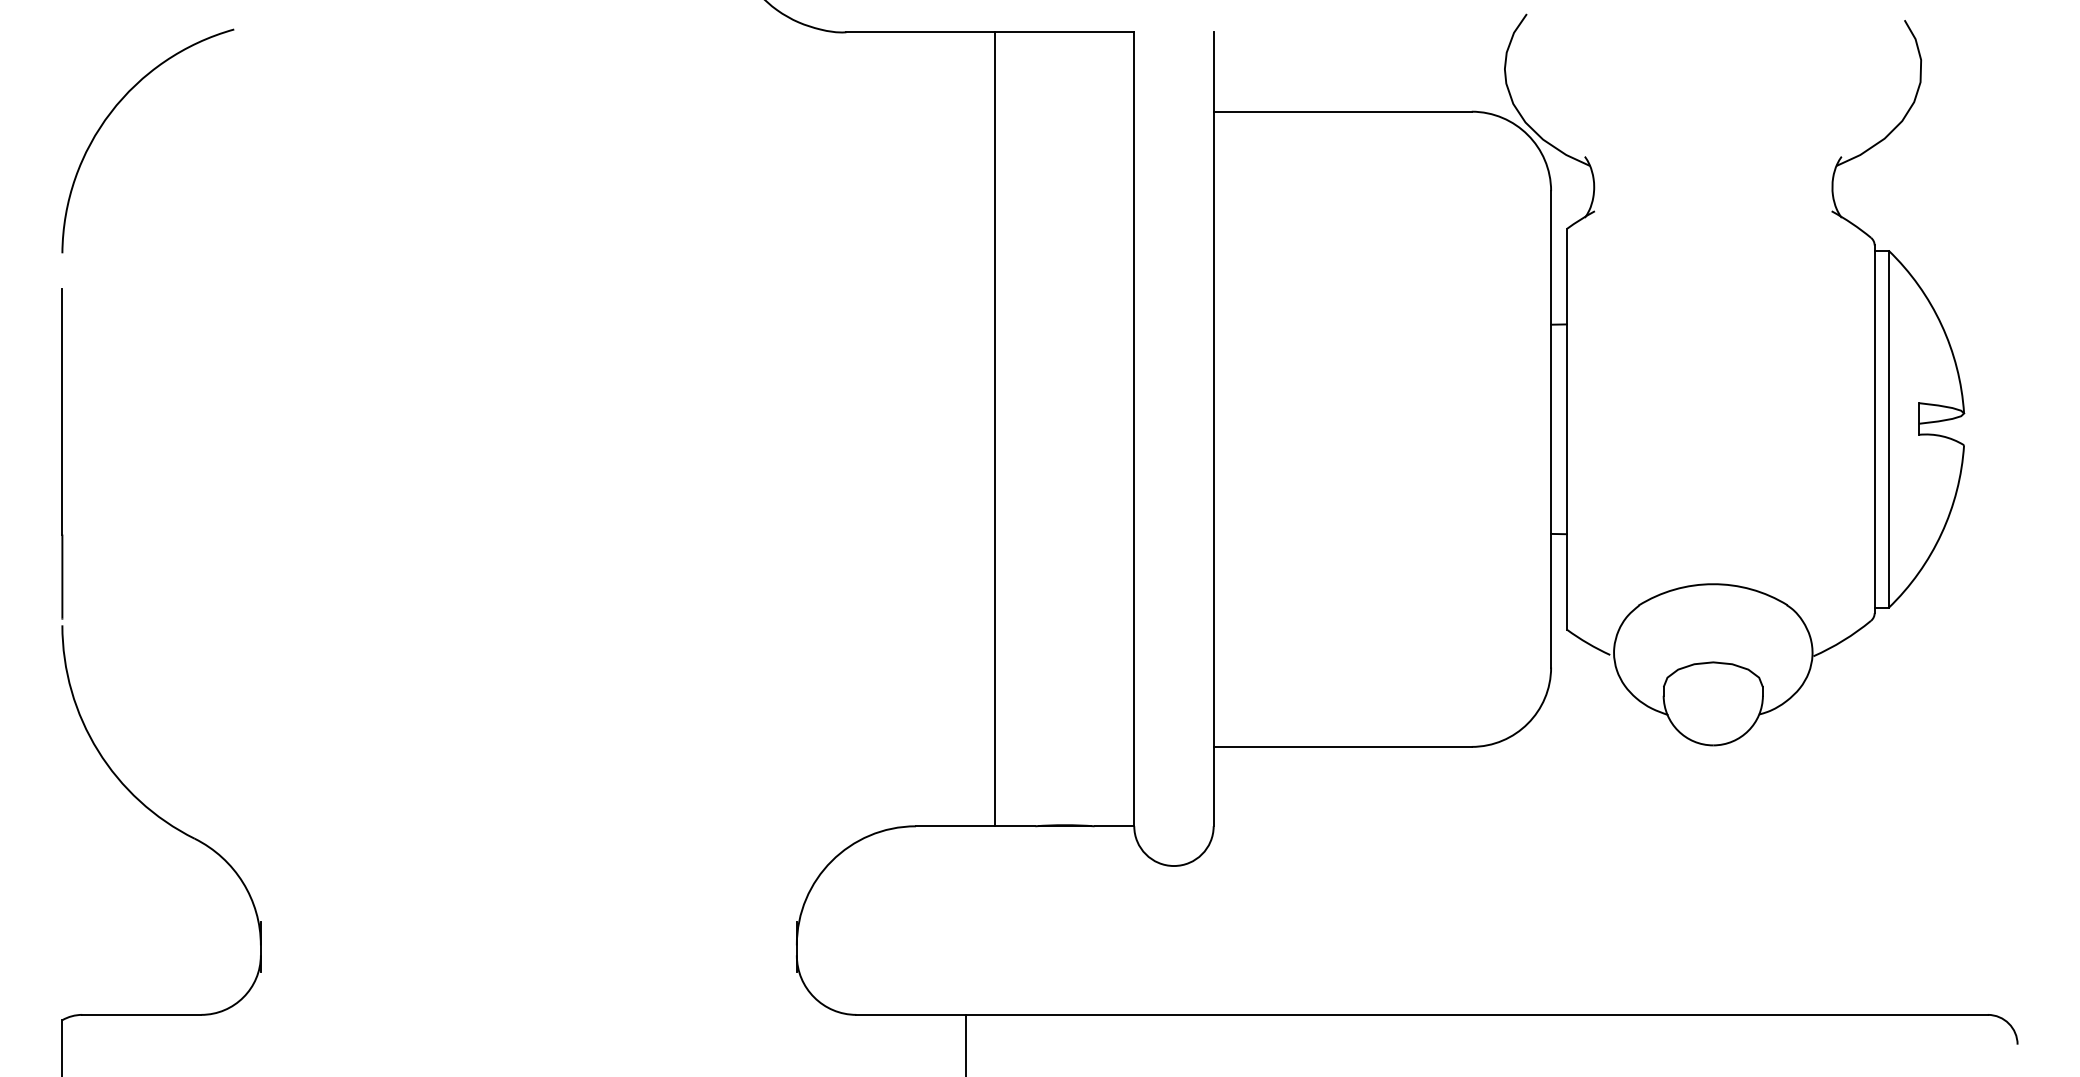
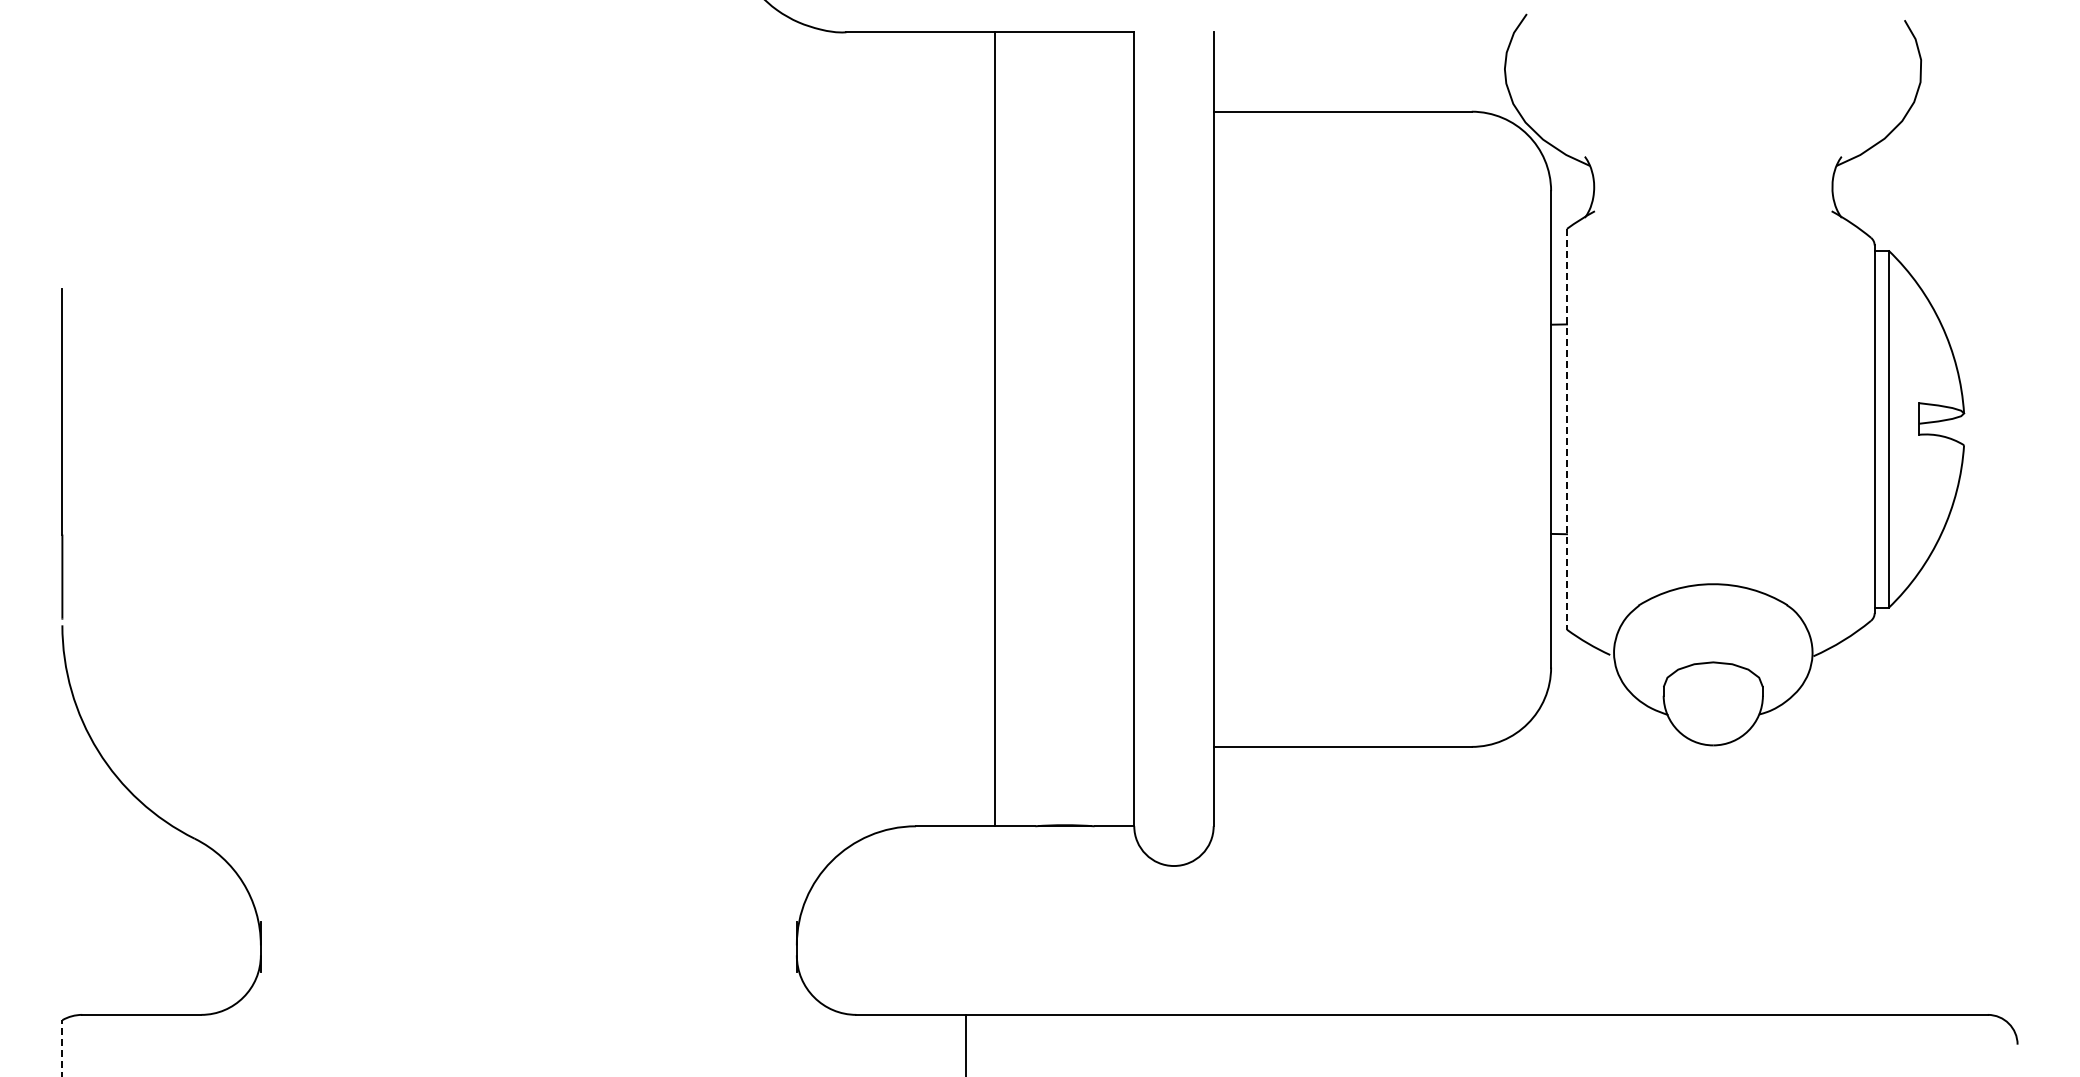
arc at (113, 111): present -> none
line at (1567, 429): solid -> dashed
line at (62, 1048): solid -> dashed
